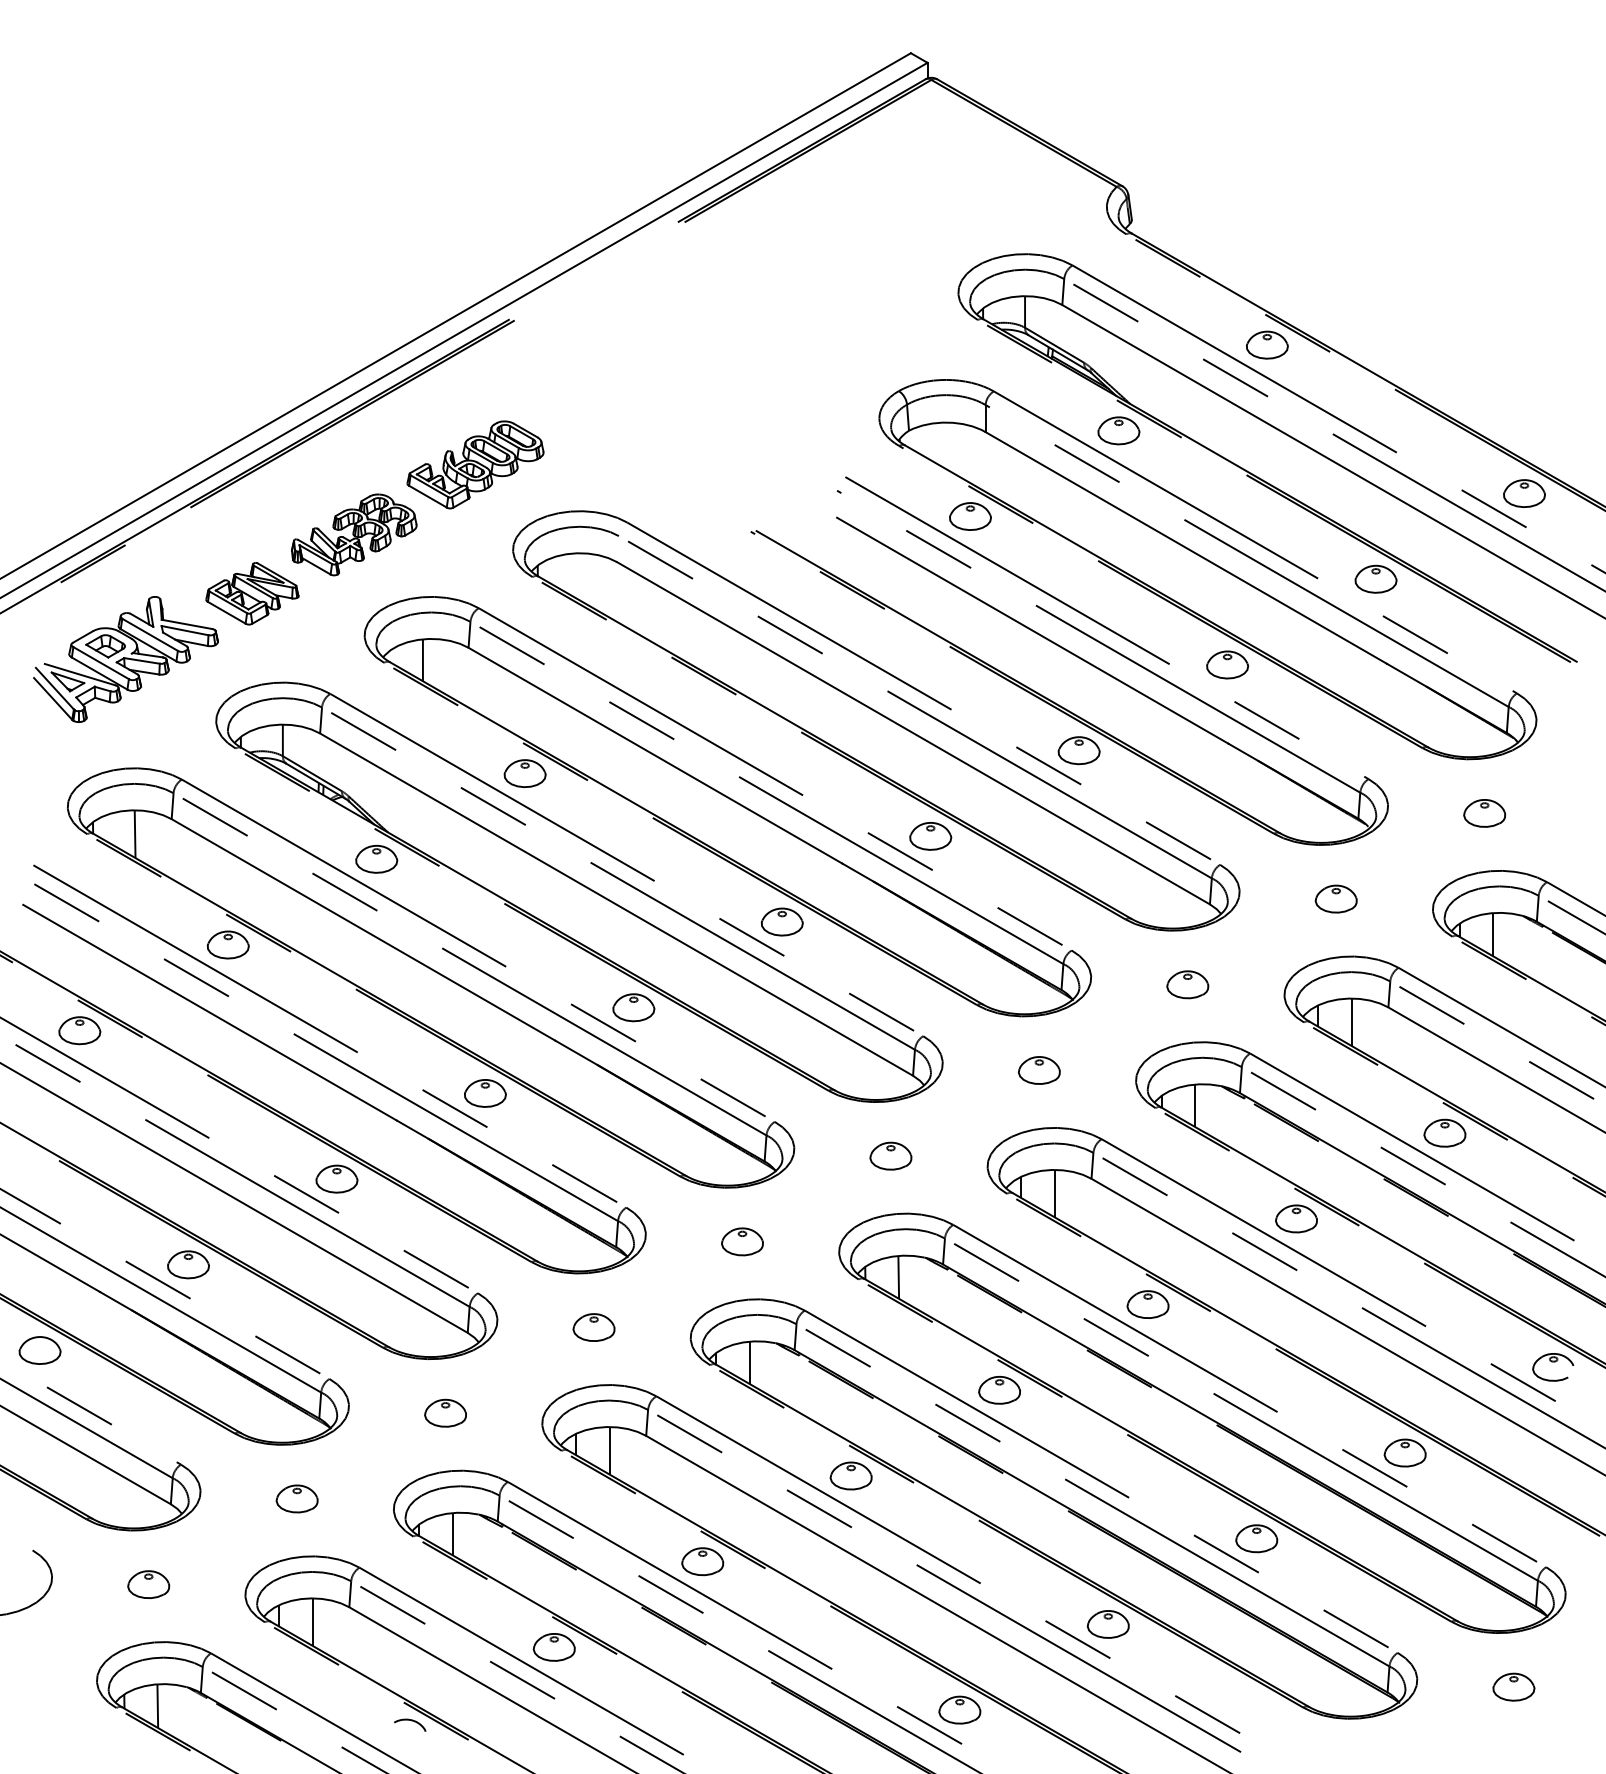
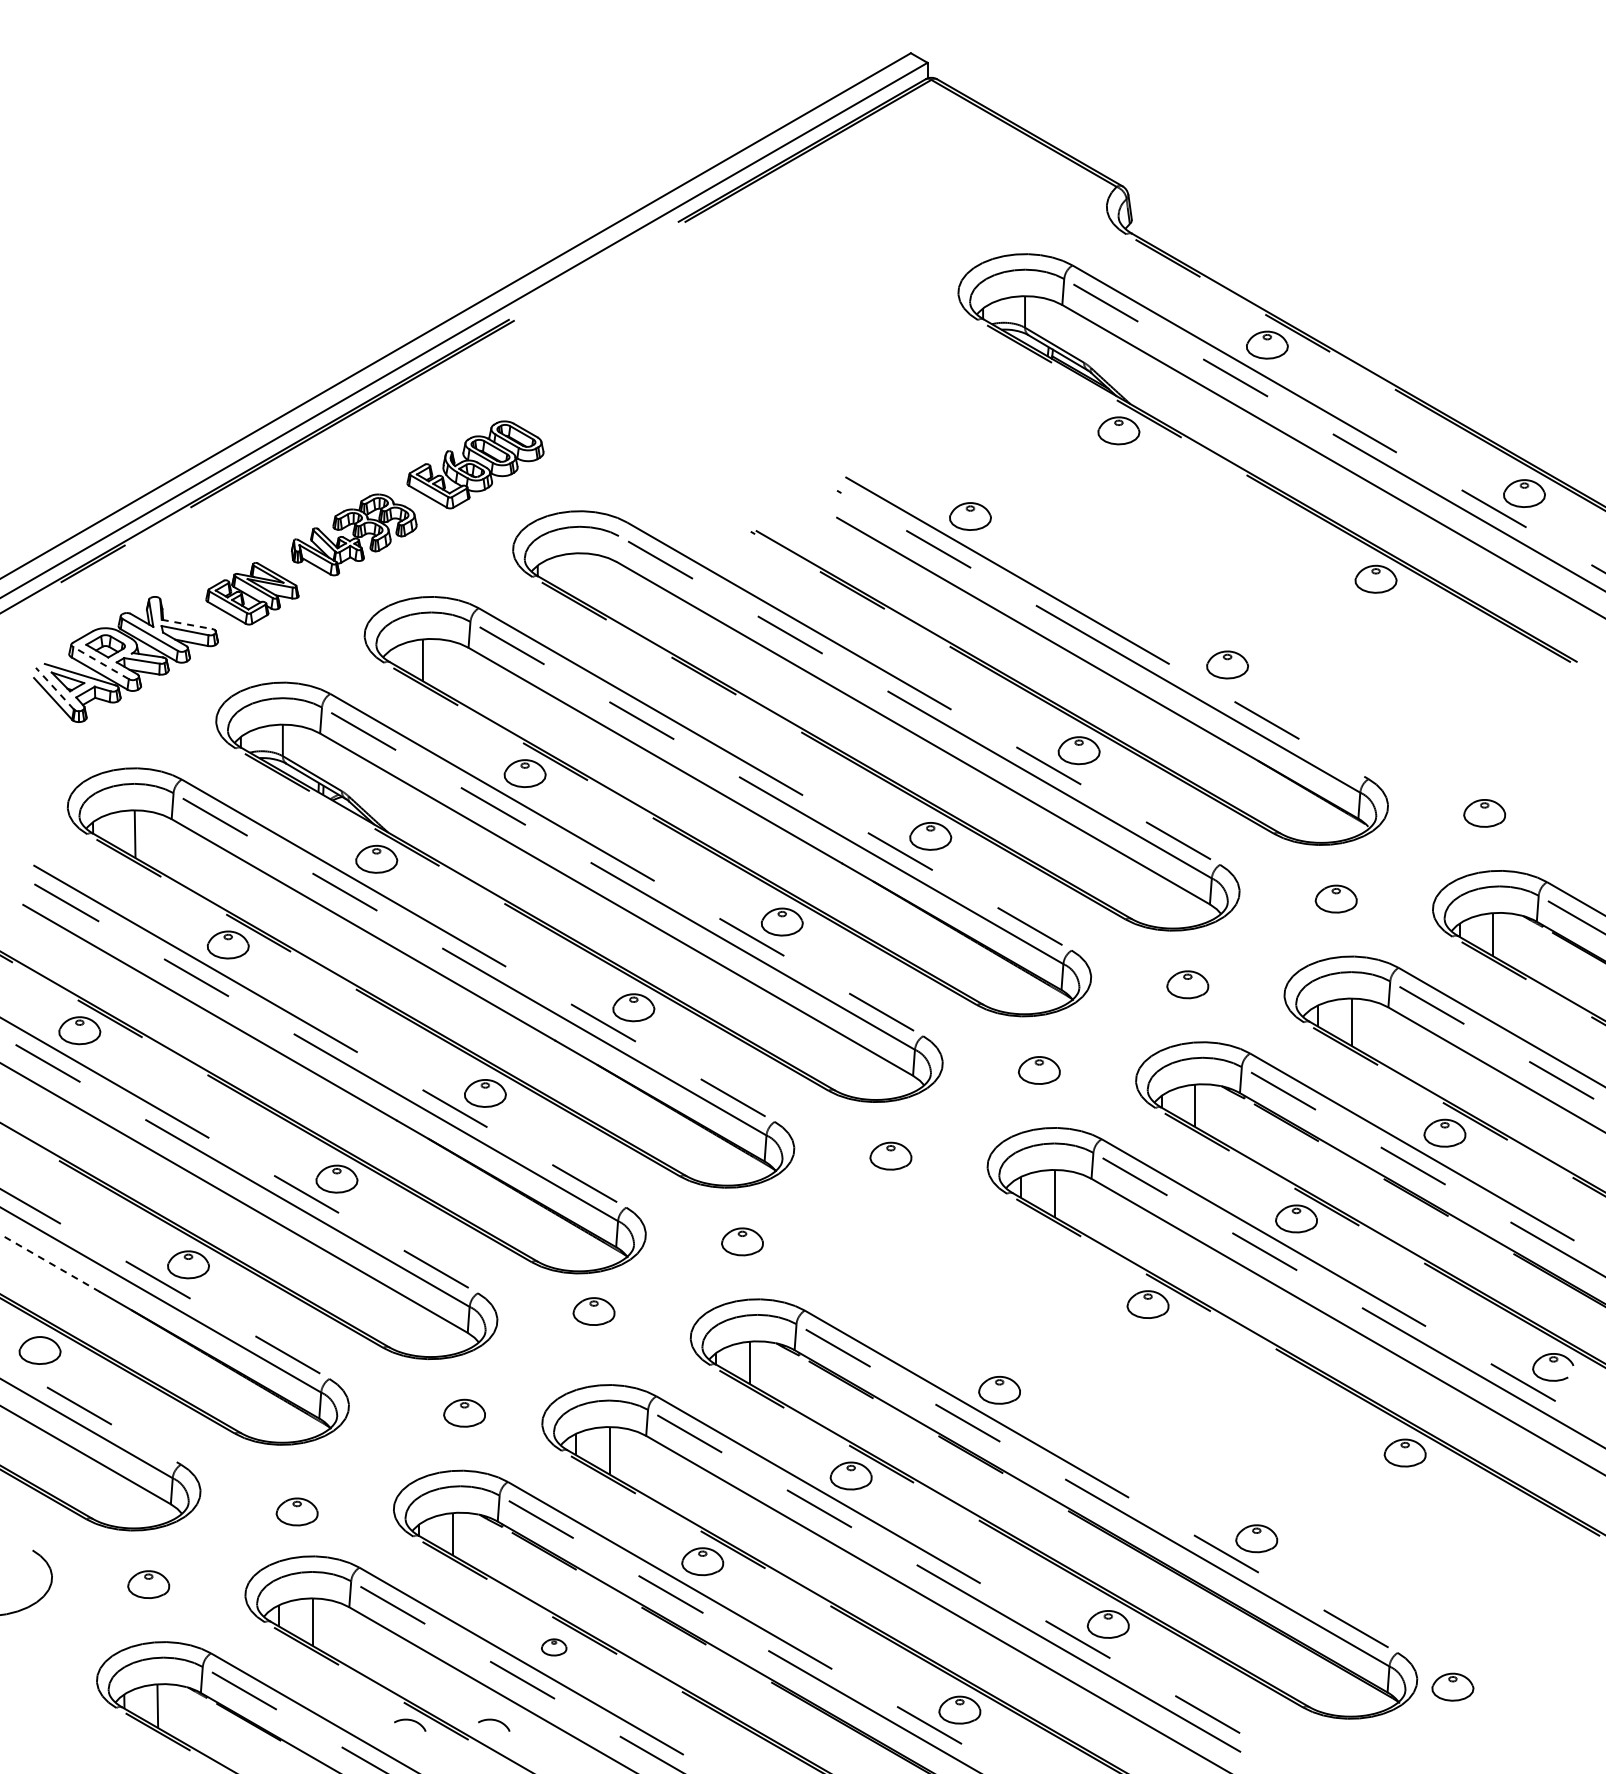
part at (1207, 569): present -> none
line at (187, 624): solid -> dashed
line at (100, 662): solid -> dashed
line at (54, 688): solid -> dashed
line at (49, 1263): solid -> dashed
part at (593, 1327) position: (593, 1327) -> (593, 1311)
part at (445, 1412) position: (445, 1412) -> (464, 1412)
part at (1202, 1422): present -> none
part at (296, 1498) position: (296, 1498) -> (296, 1511)
part at (553, 1647) size: 44x29 px -> 27x19 px
part at (1513, 1686) position: (1513, 1686) -> (1452, 1686)
curve at (495, 1721): none -> present
